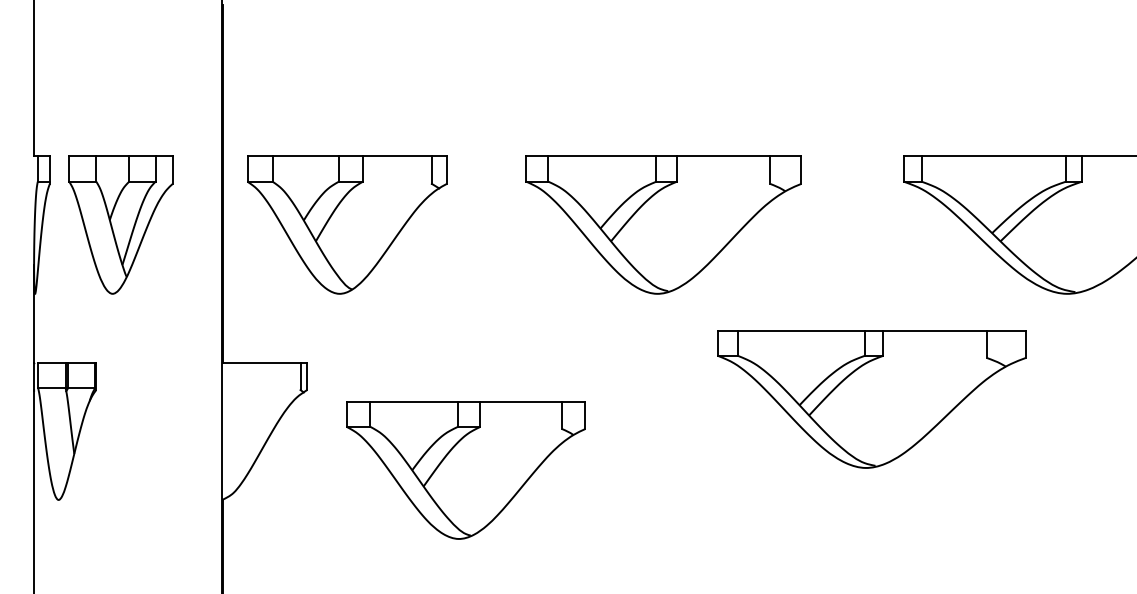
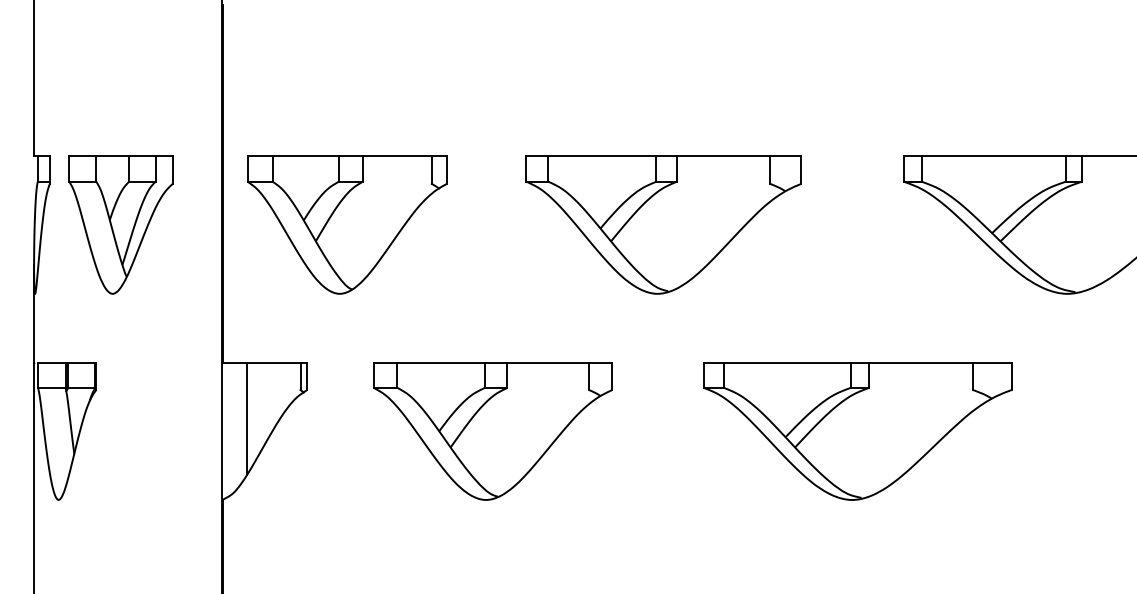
part at (871, 399) position: (871, 399) -> (857, 431)
line at (247, 418): none -> present
part at (465, 470) position: (465, 470) -> (492, 431)
